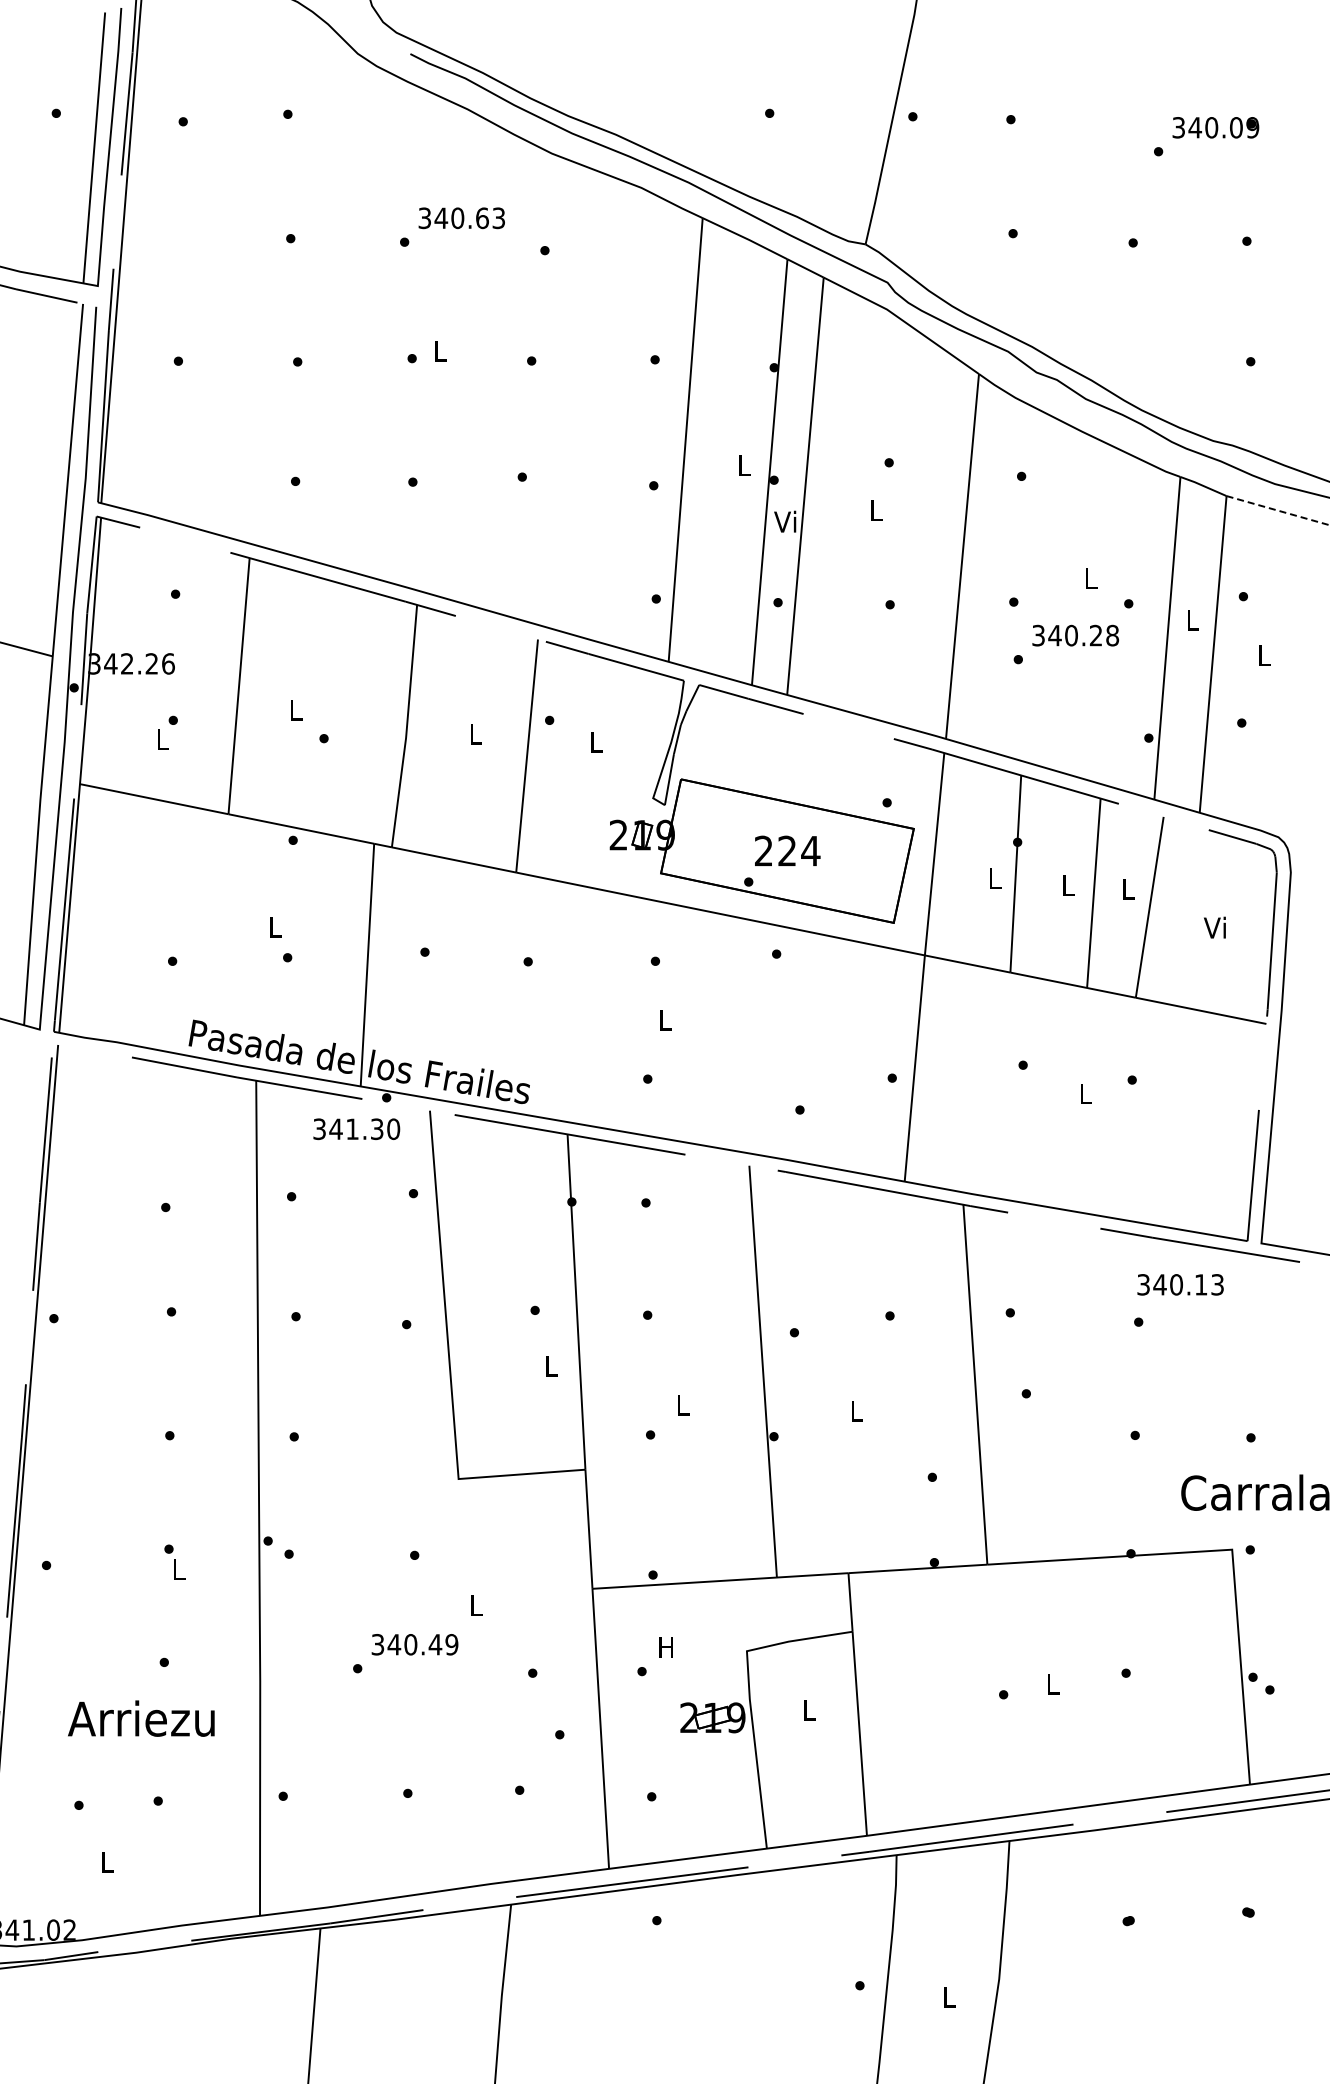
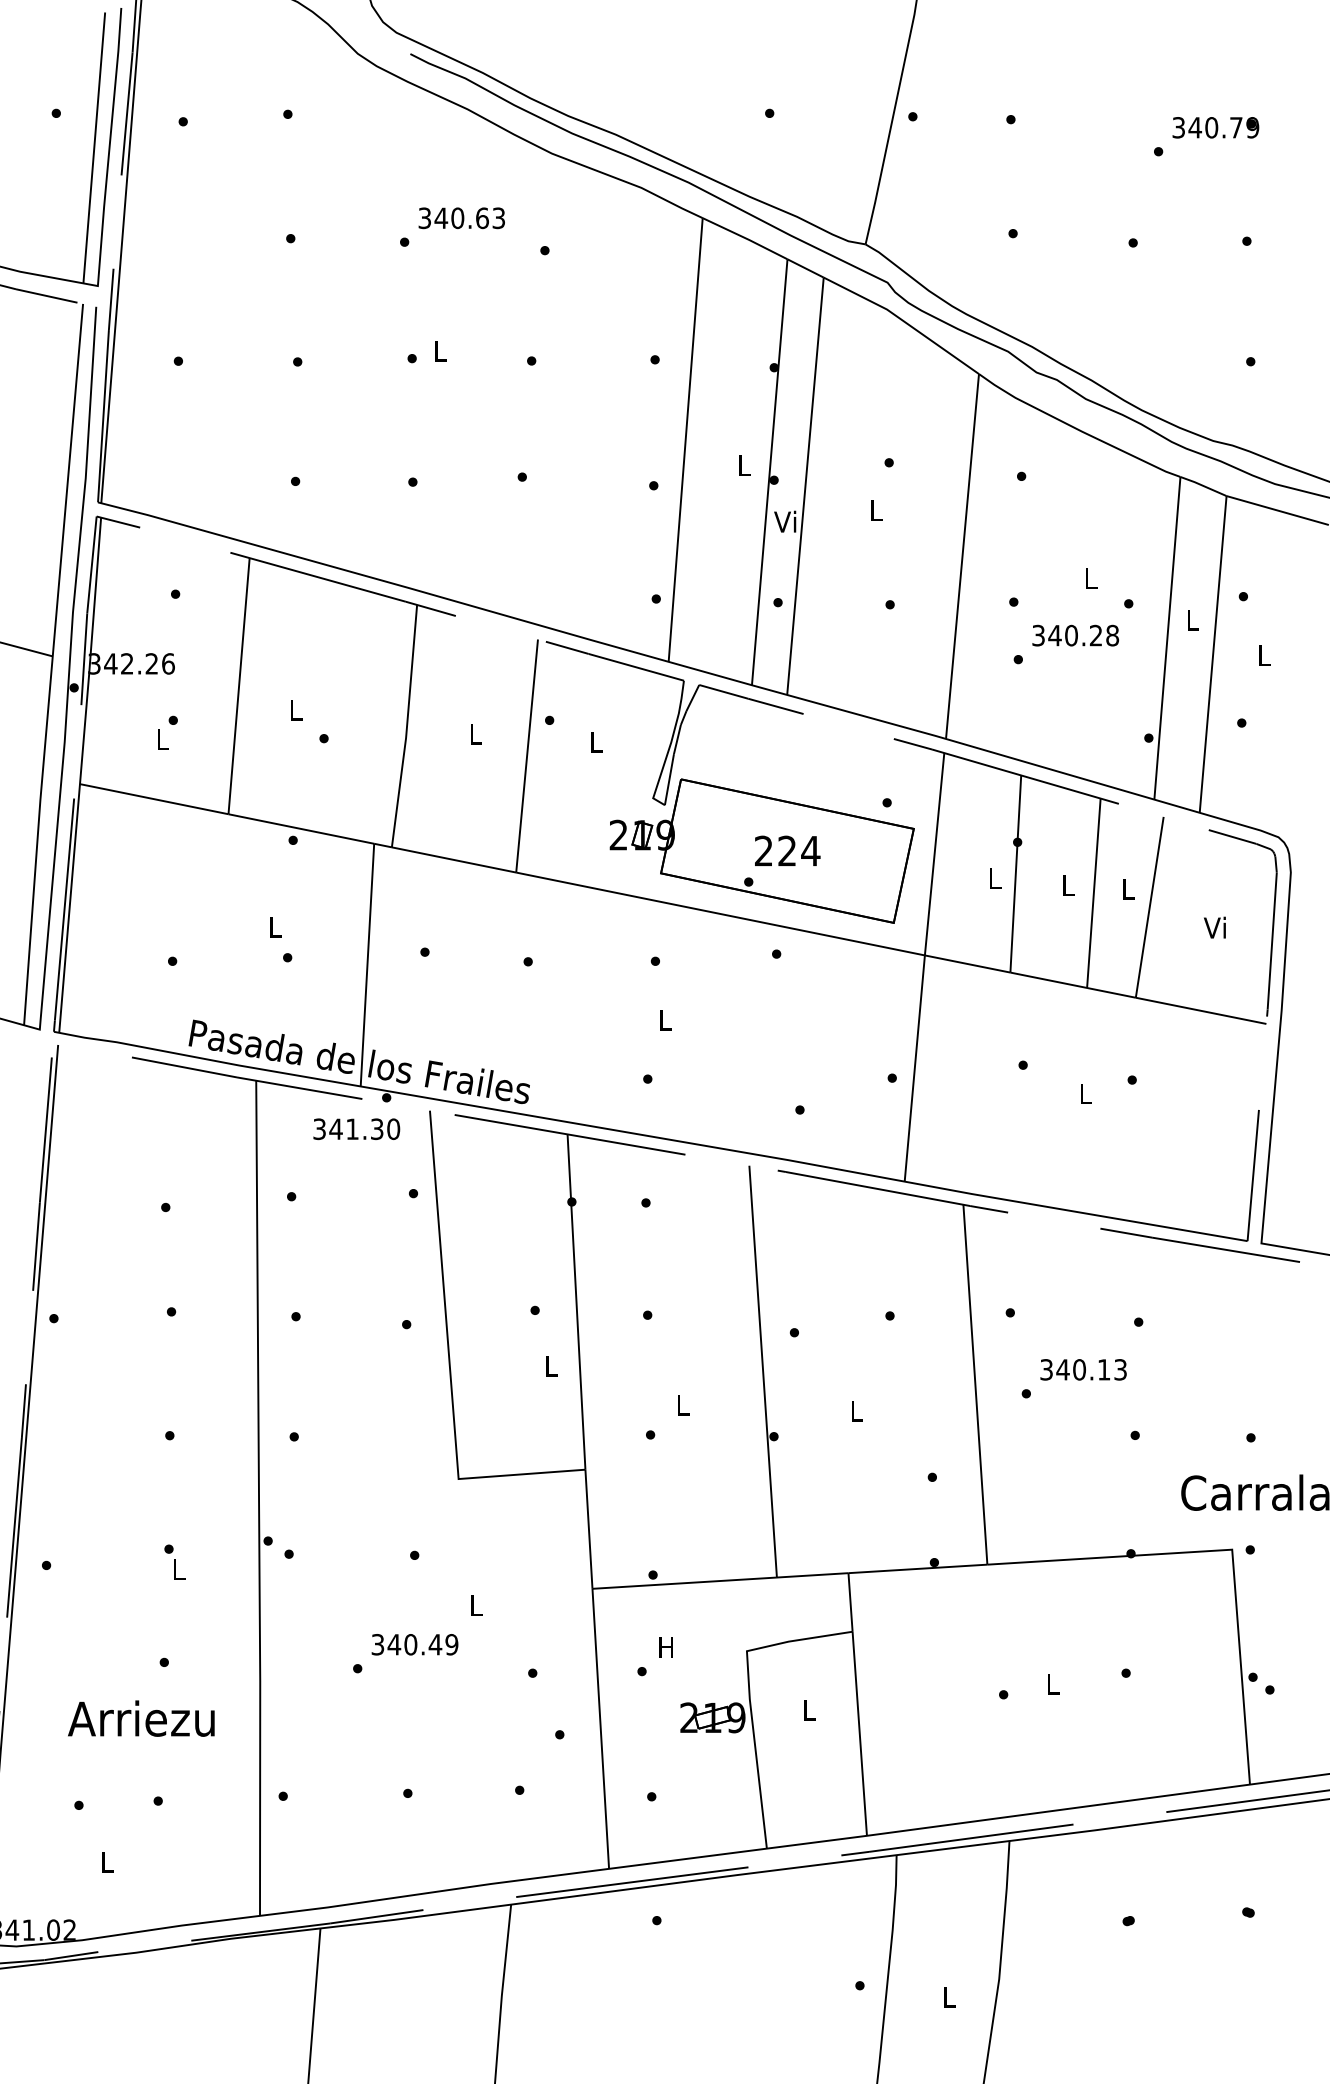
text at (1236, 127): 340.09 -> 340.79
line at (1278, 510): dashed -> solid
text at (1180, 1284) position: (1180, 1284) -> (1083, 1369)
